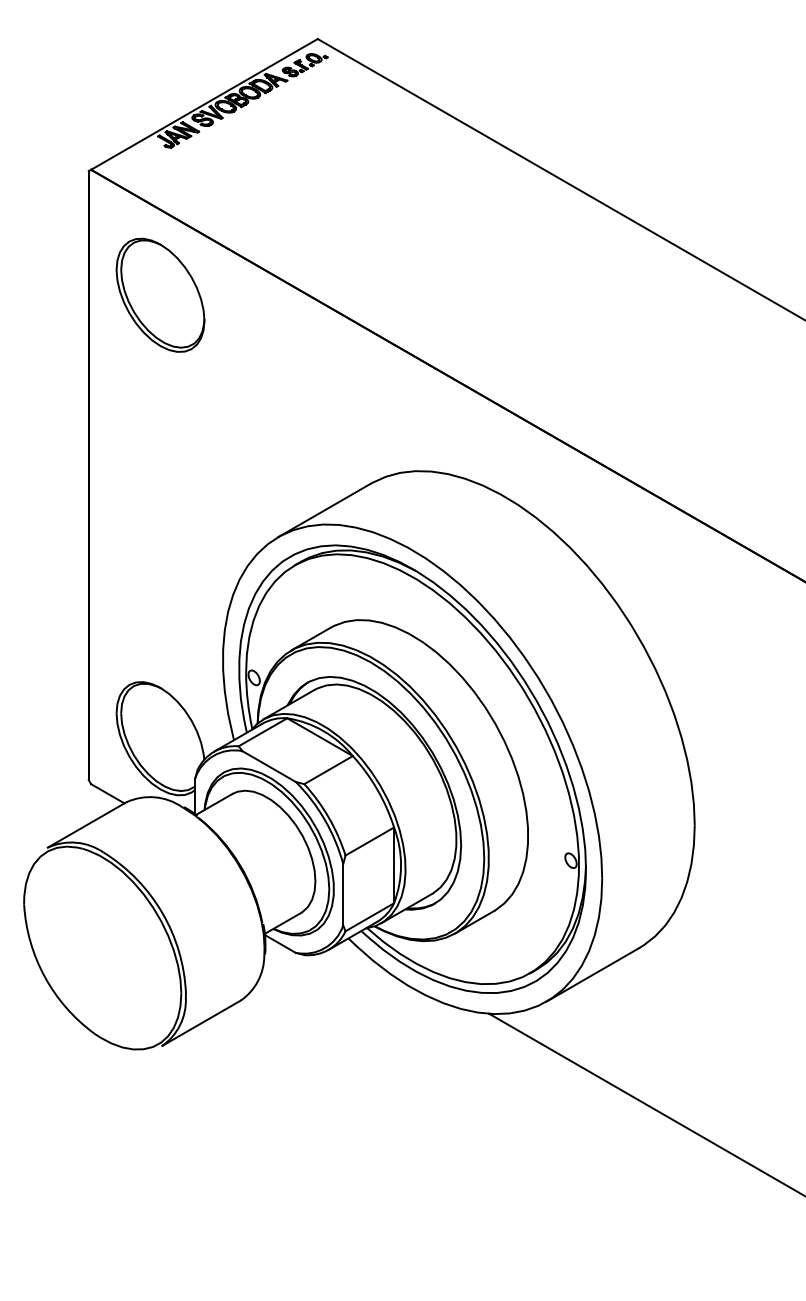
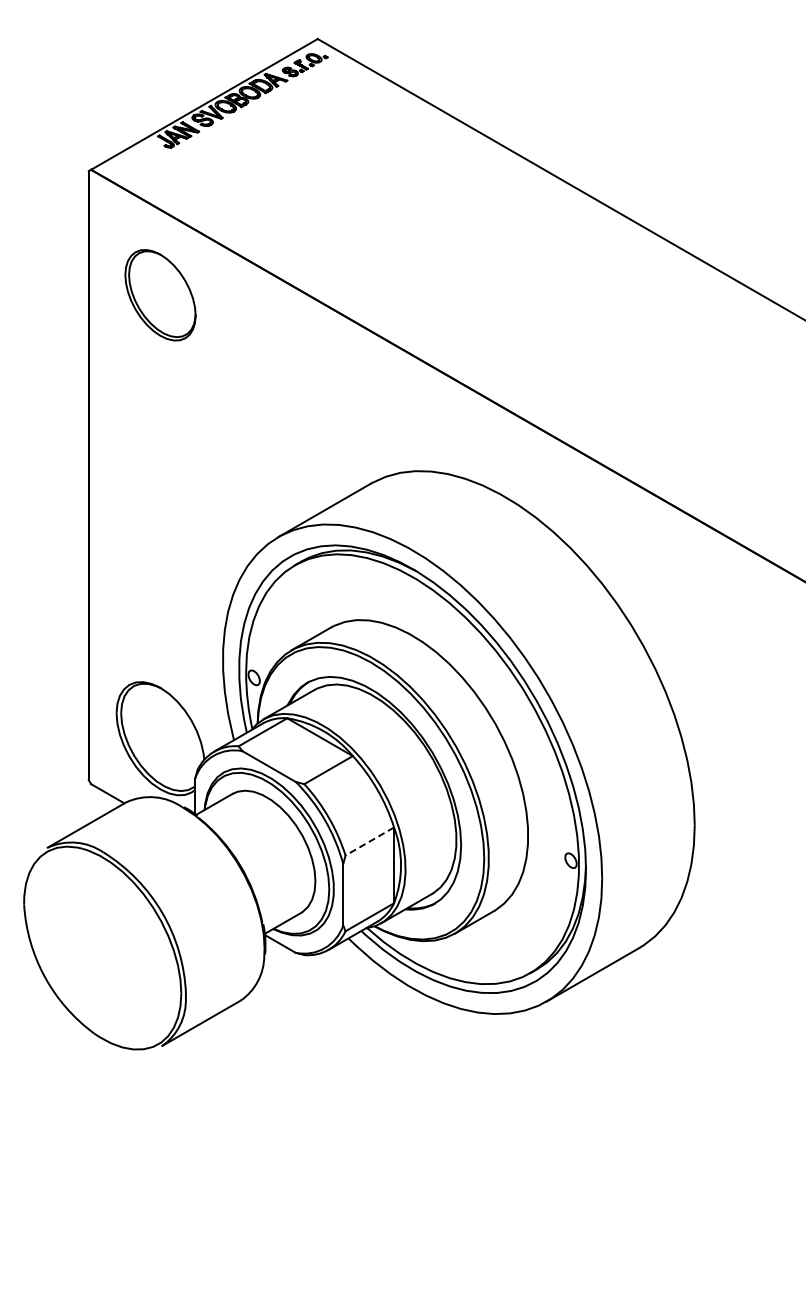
part at (160, 294) size: 91x116 px -> 73x93 px
line at (369, 841): solid -> dashed
line at (645, 1103): present -> none
